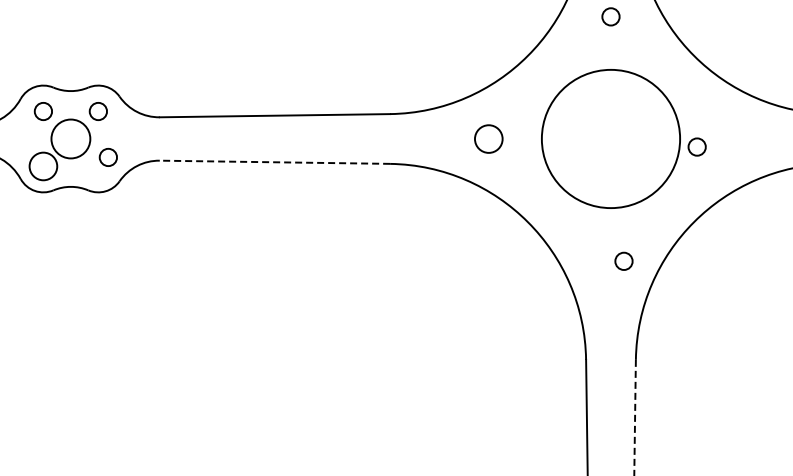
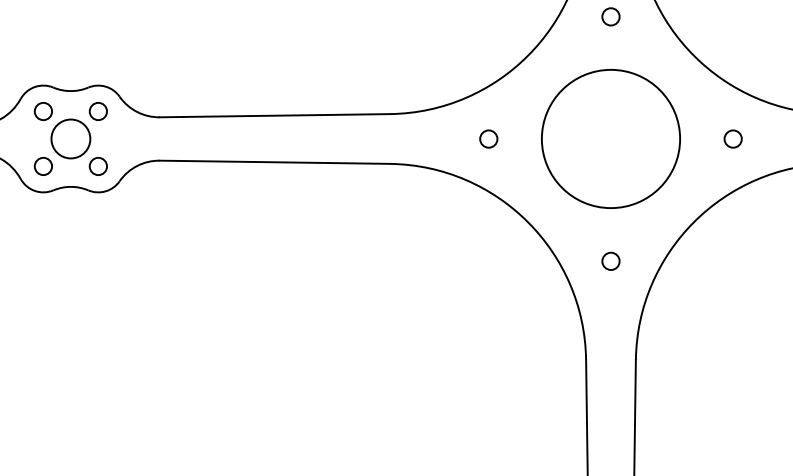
circle at (488, 138) diameter: 28 px -> 17 px
circle at (696, 146) position: (696, 146) -> (732, 138)
circle at (107, 157) position: (107, 157) -> (97, 166)
line at (274, 162): dashed -> solid
circle at (43, 166) diameter: 28 px -> 17 px
circle at (623, 260) position: (623, 260) -> (610, 260)
line at (635, 417): dashed -> solid
